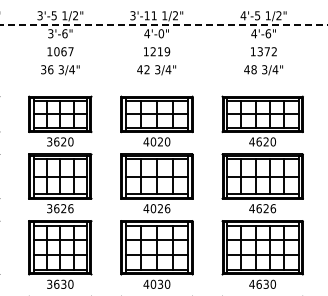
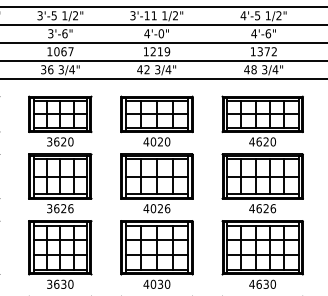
line at (163, 6): none -> present
line at (163, 24): dashed -> solid
line at (163, 42): none -> present
line at (163, 60): none -> present
line at (163, 78): none -> present
